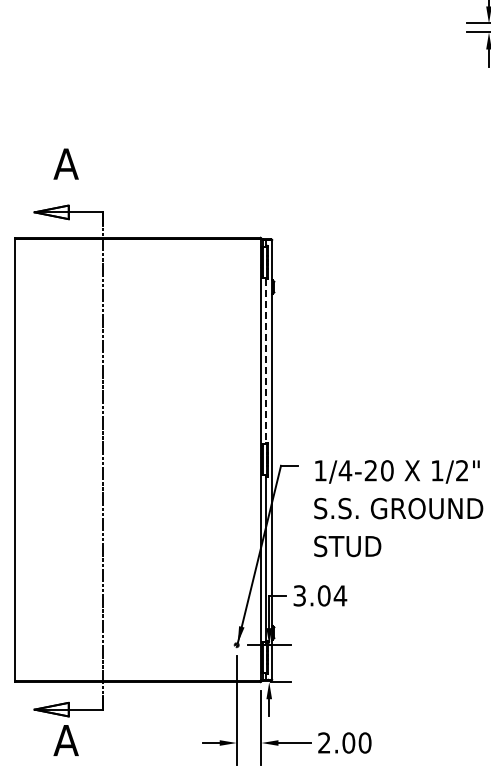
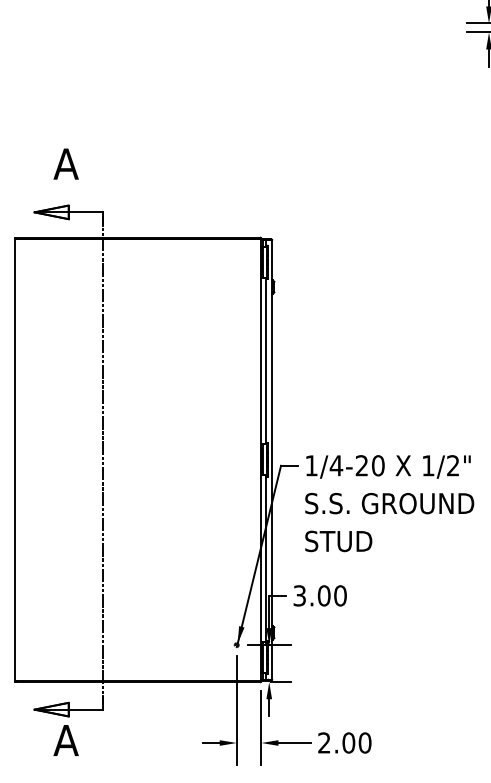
line at (266, 361): dashed -> solid
text at (398, 508) position: (398, 508) -> (389, 503)
text at (340, 595): 3.04 -> 3.00
